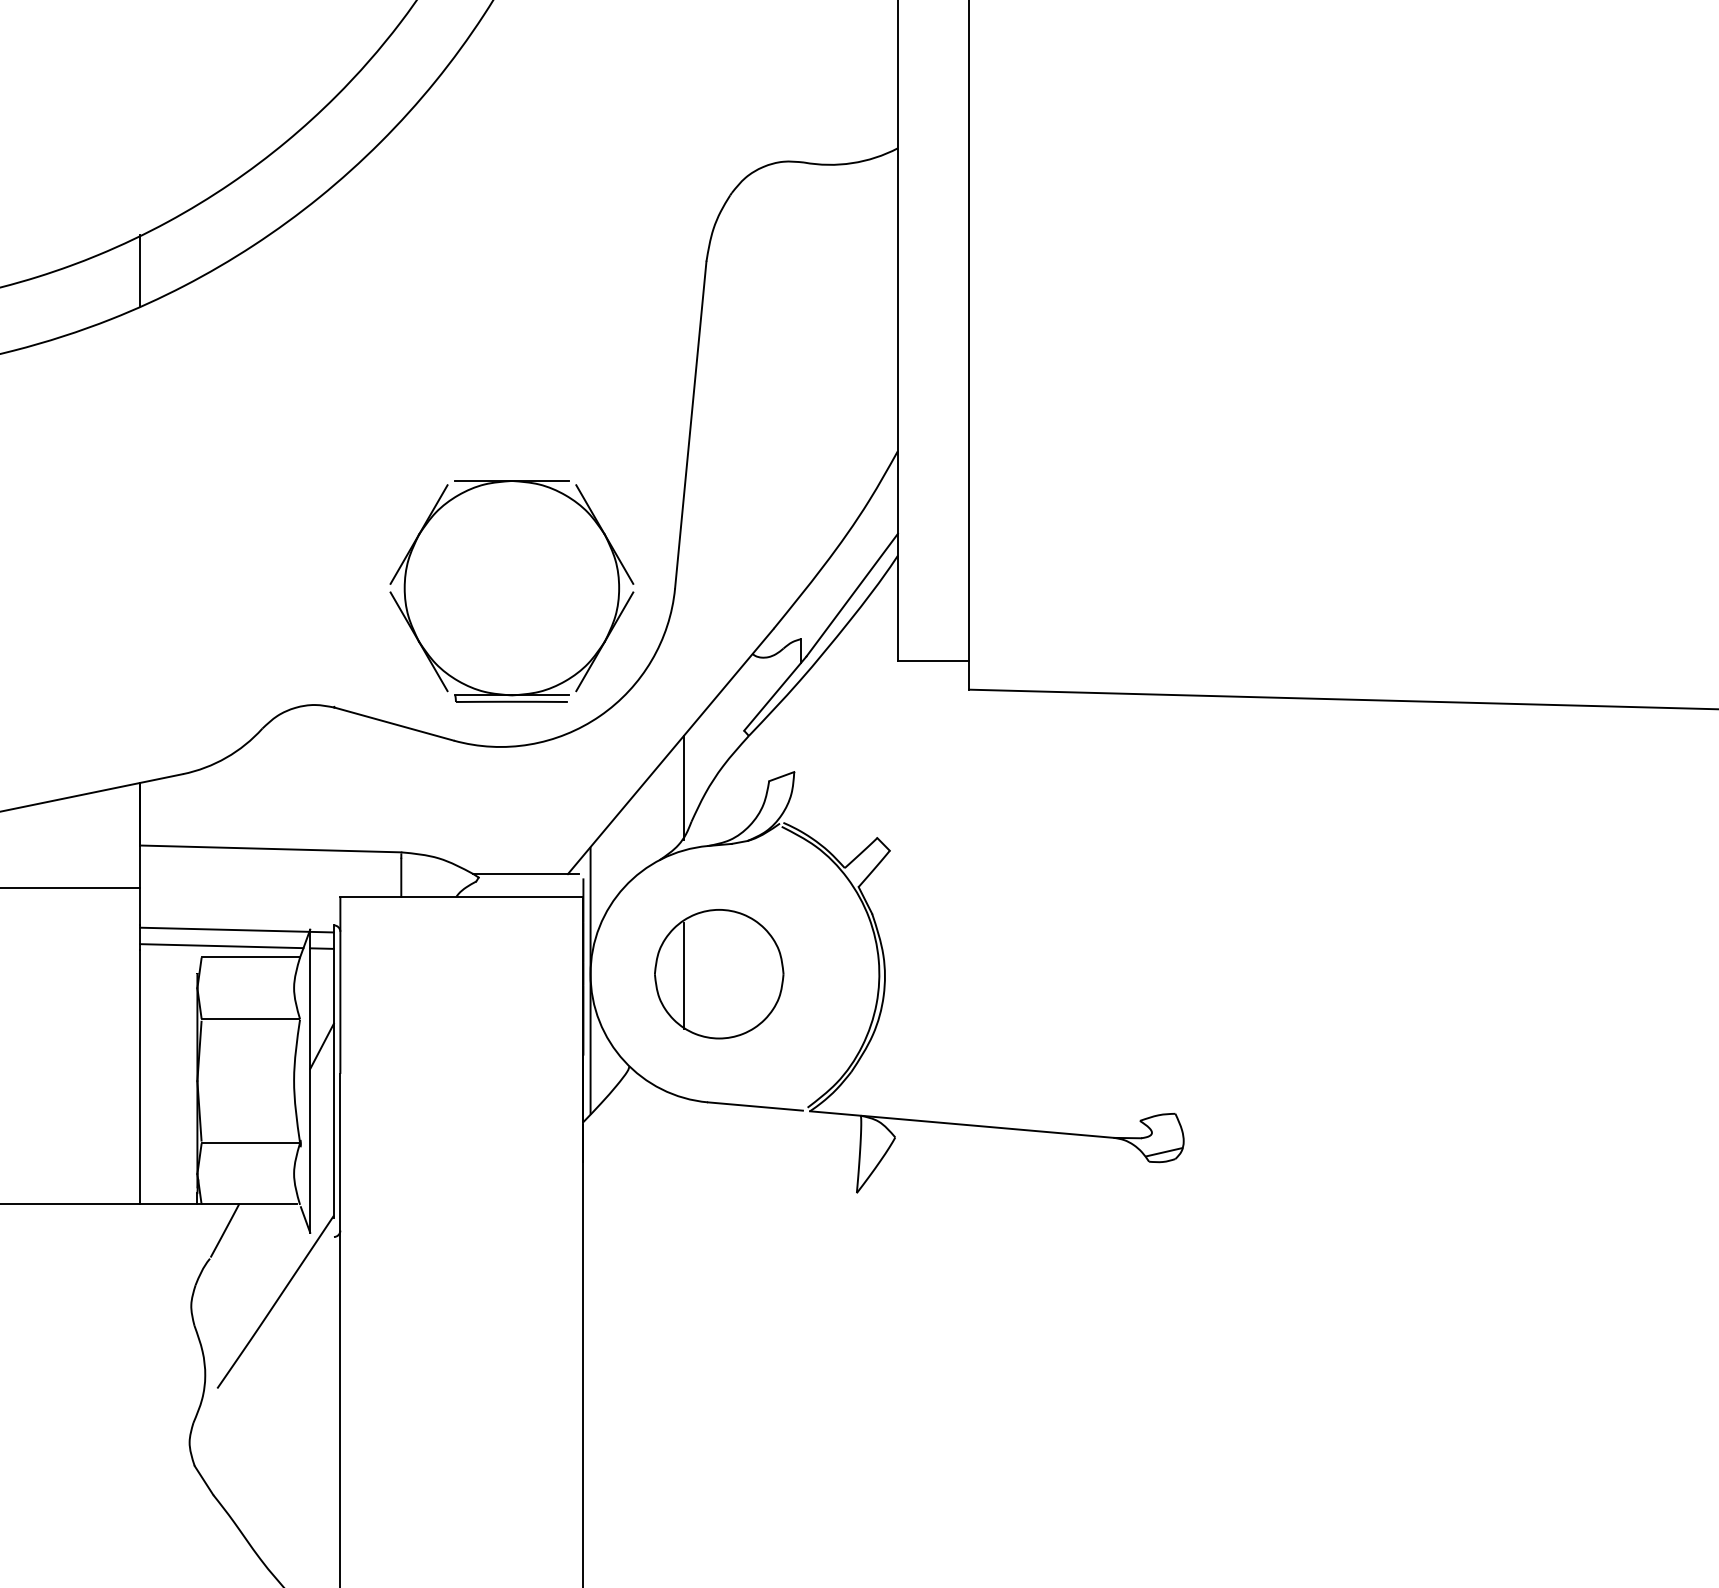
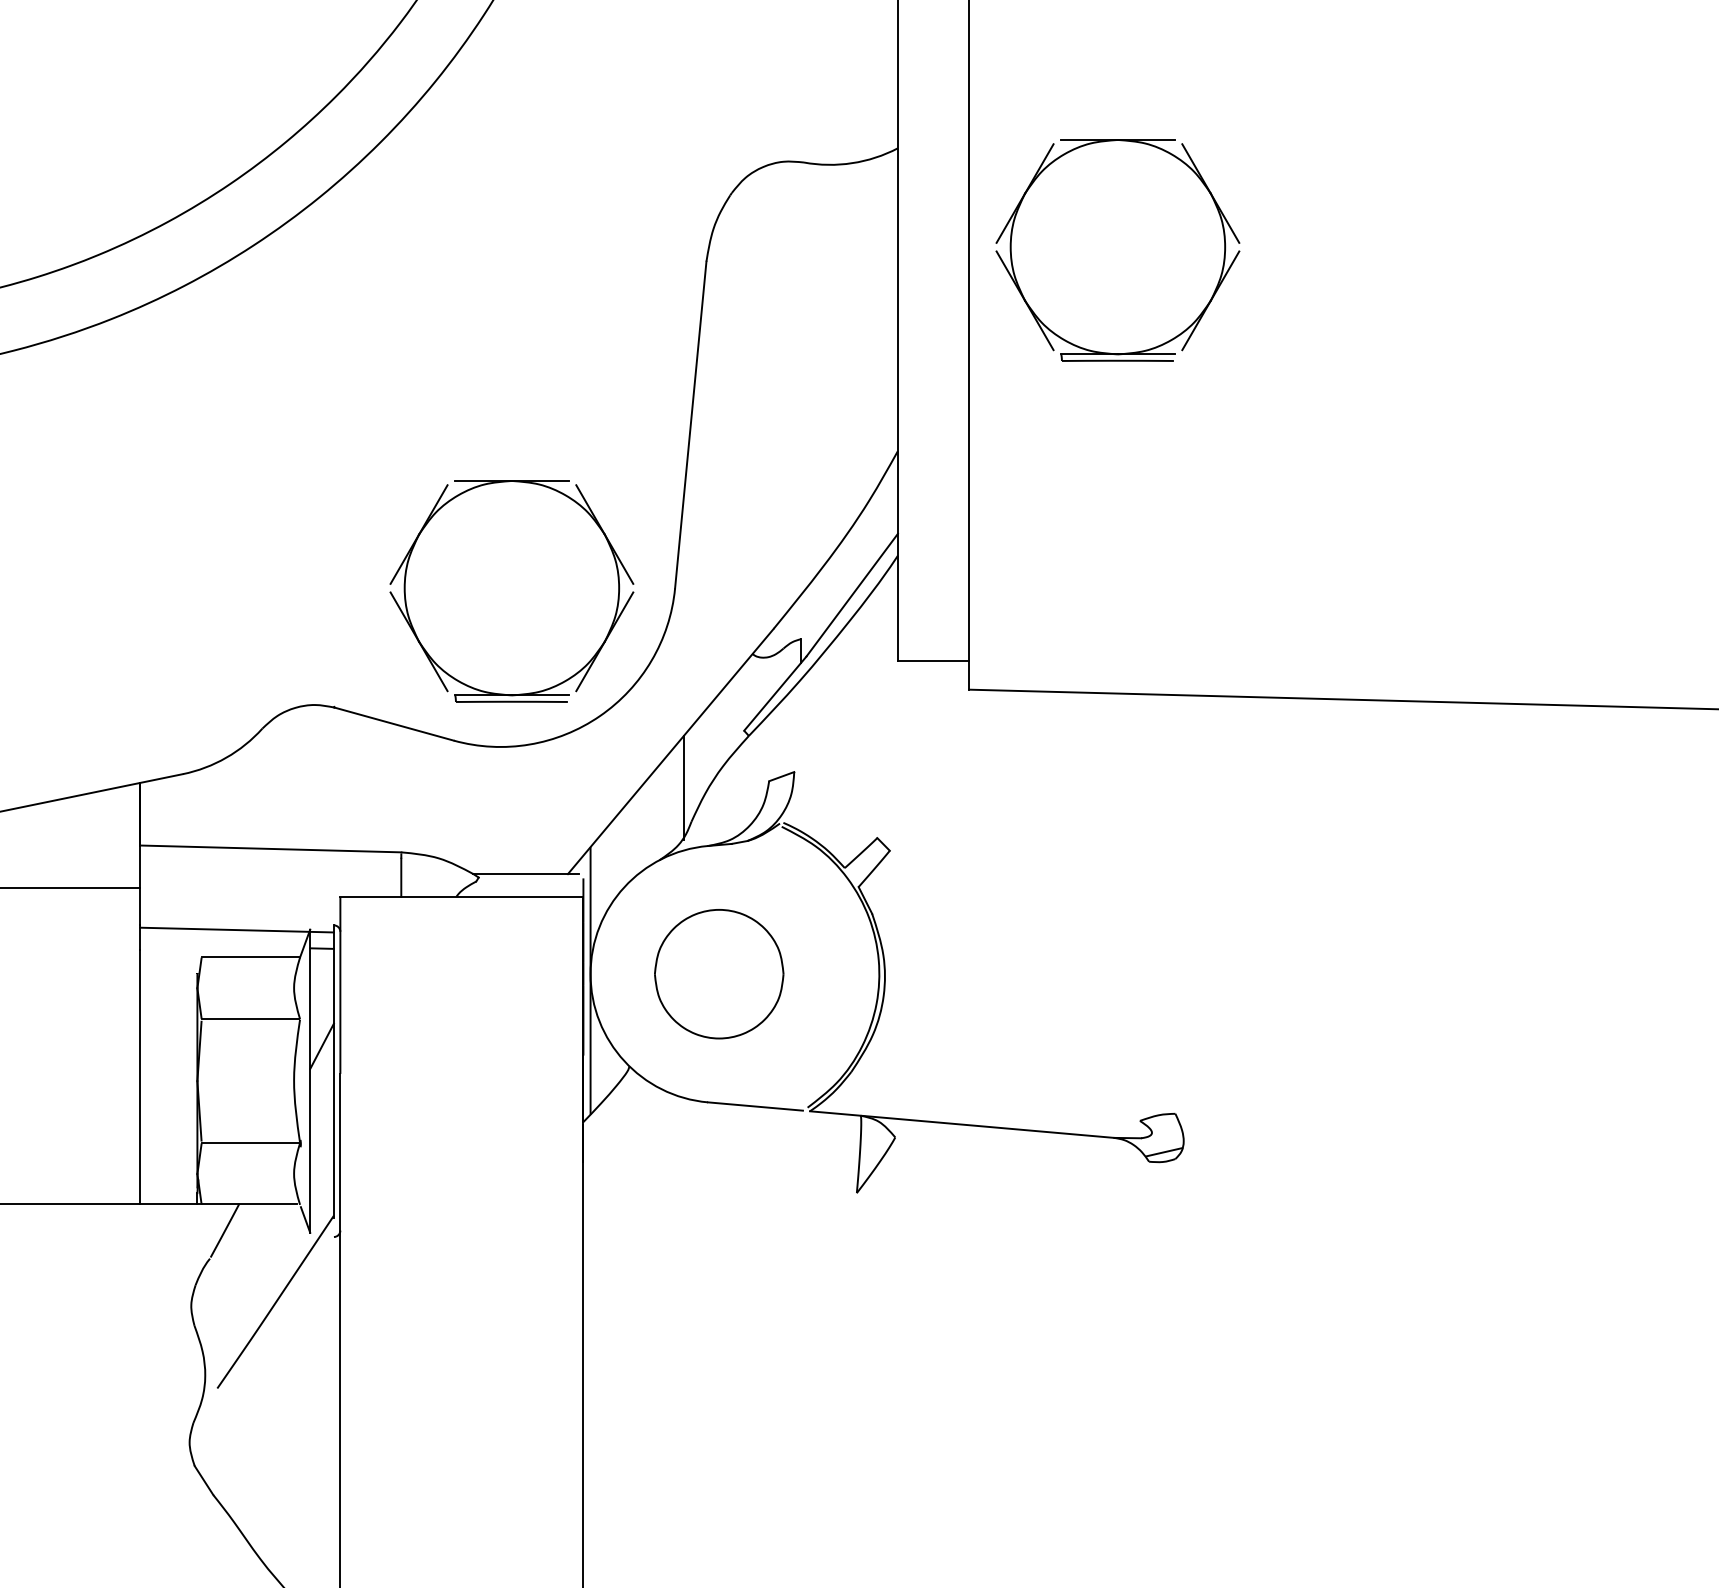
part at (1117, 250): none -> present
line at (140, 270): present -> none
line at (221, 946): present -> none
line at (683, 975): present -> none
